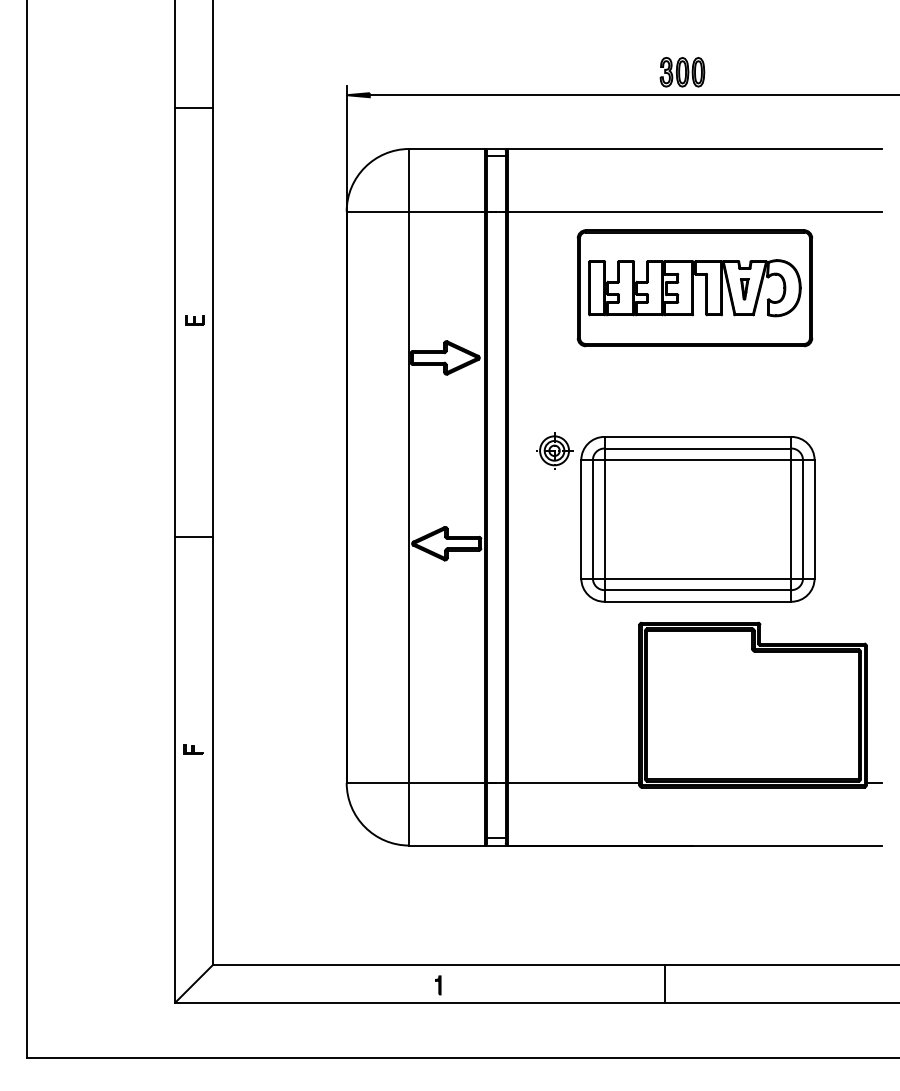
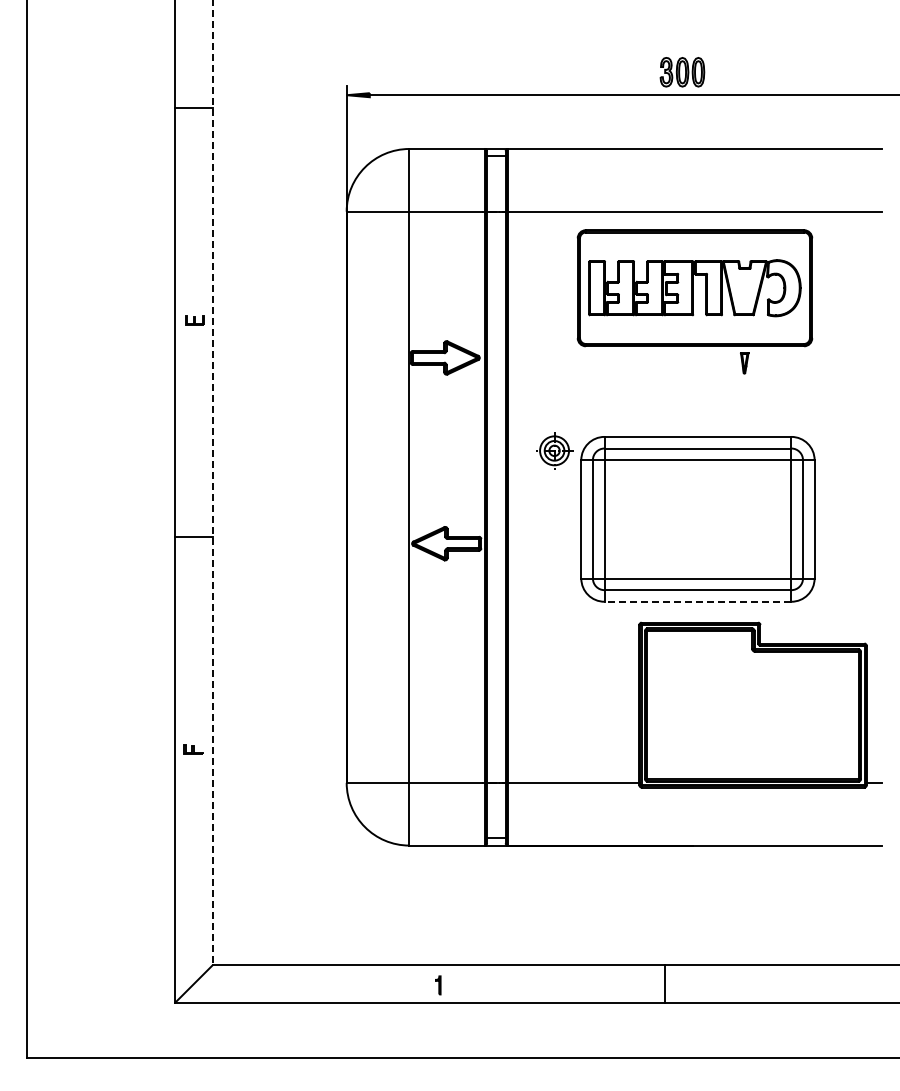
part at (744, 289) position: (744, 289) -> (744, 363)
line at (212, 483): solid -> dashed
line at (697, 601): solid -> dashed
